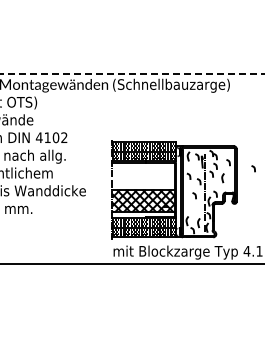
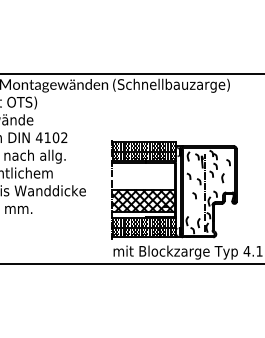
line at (132, 74): dashed -> solid
curve at (253, 168): present -> none
